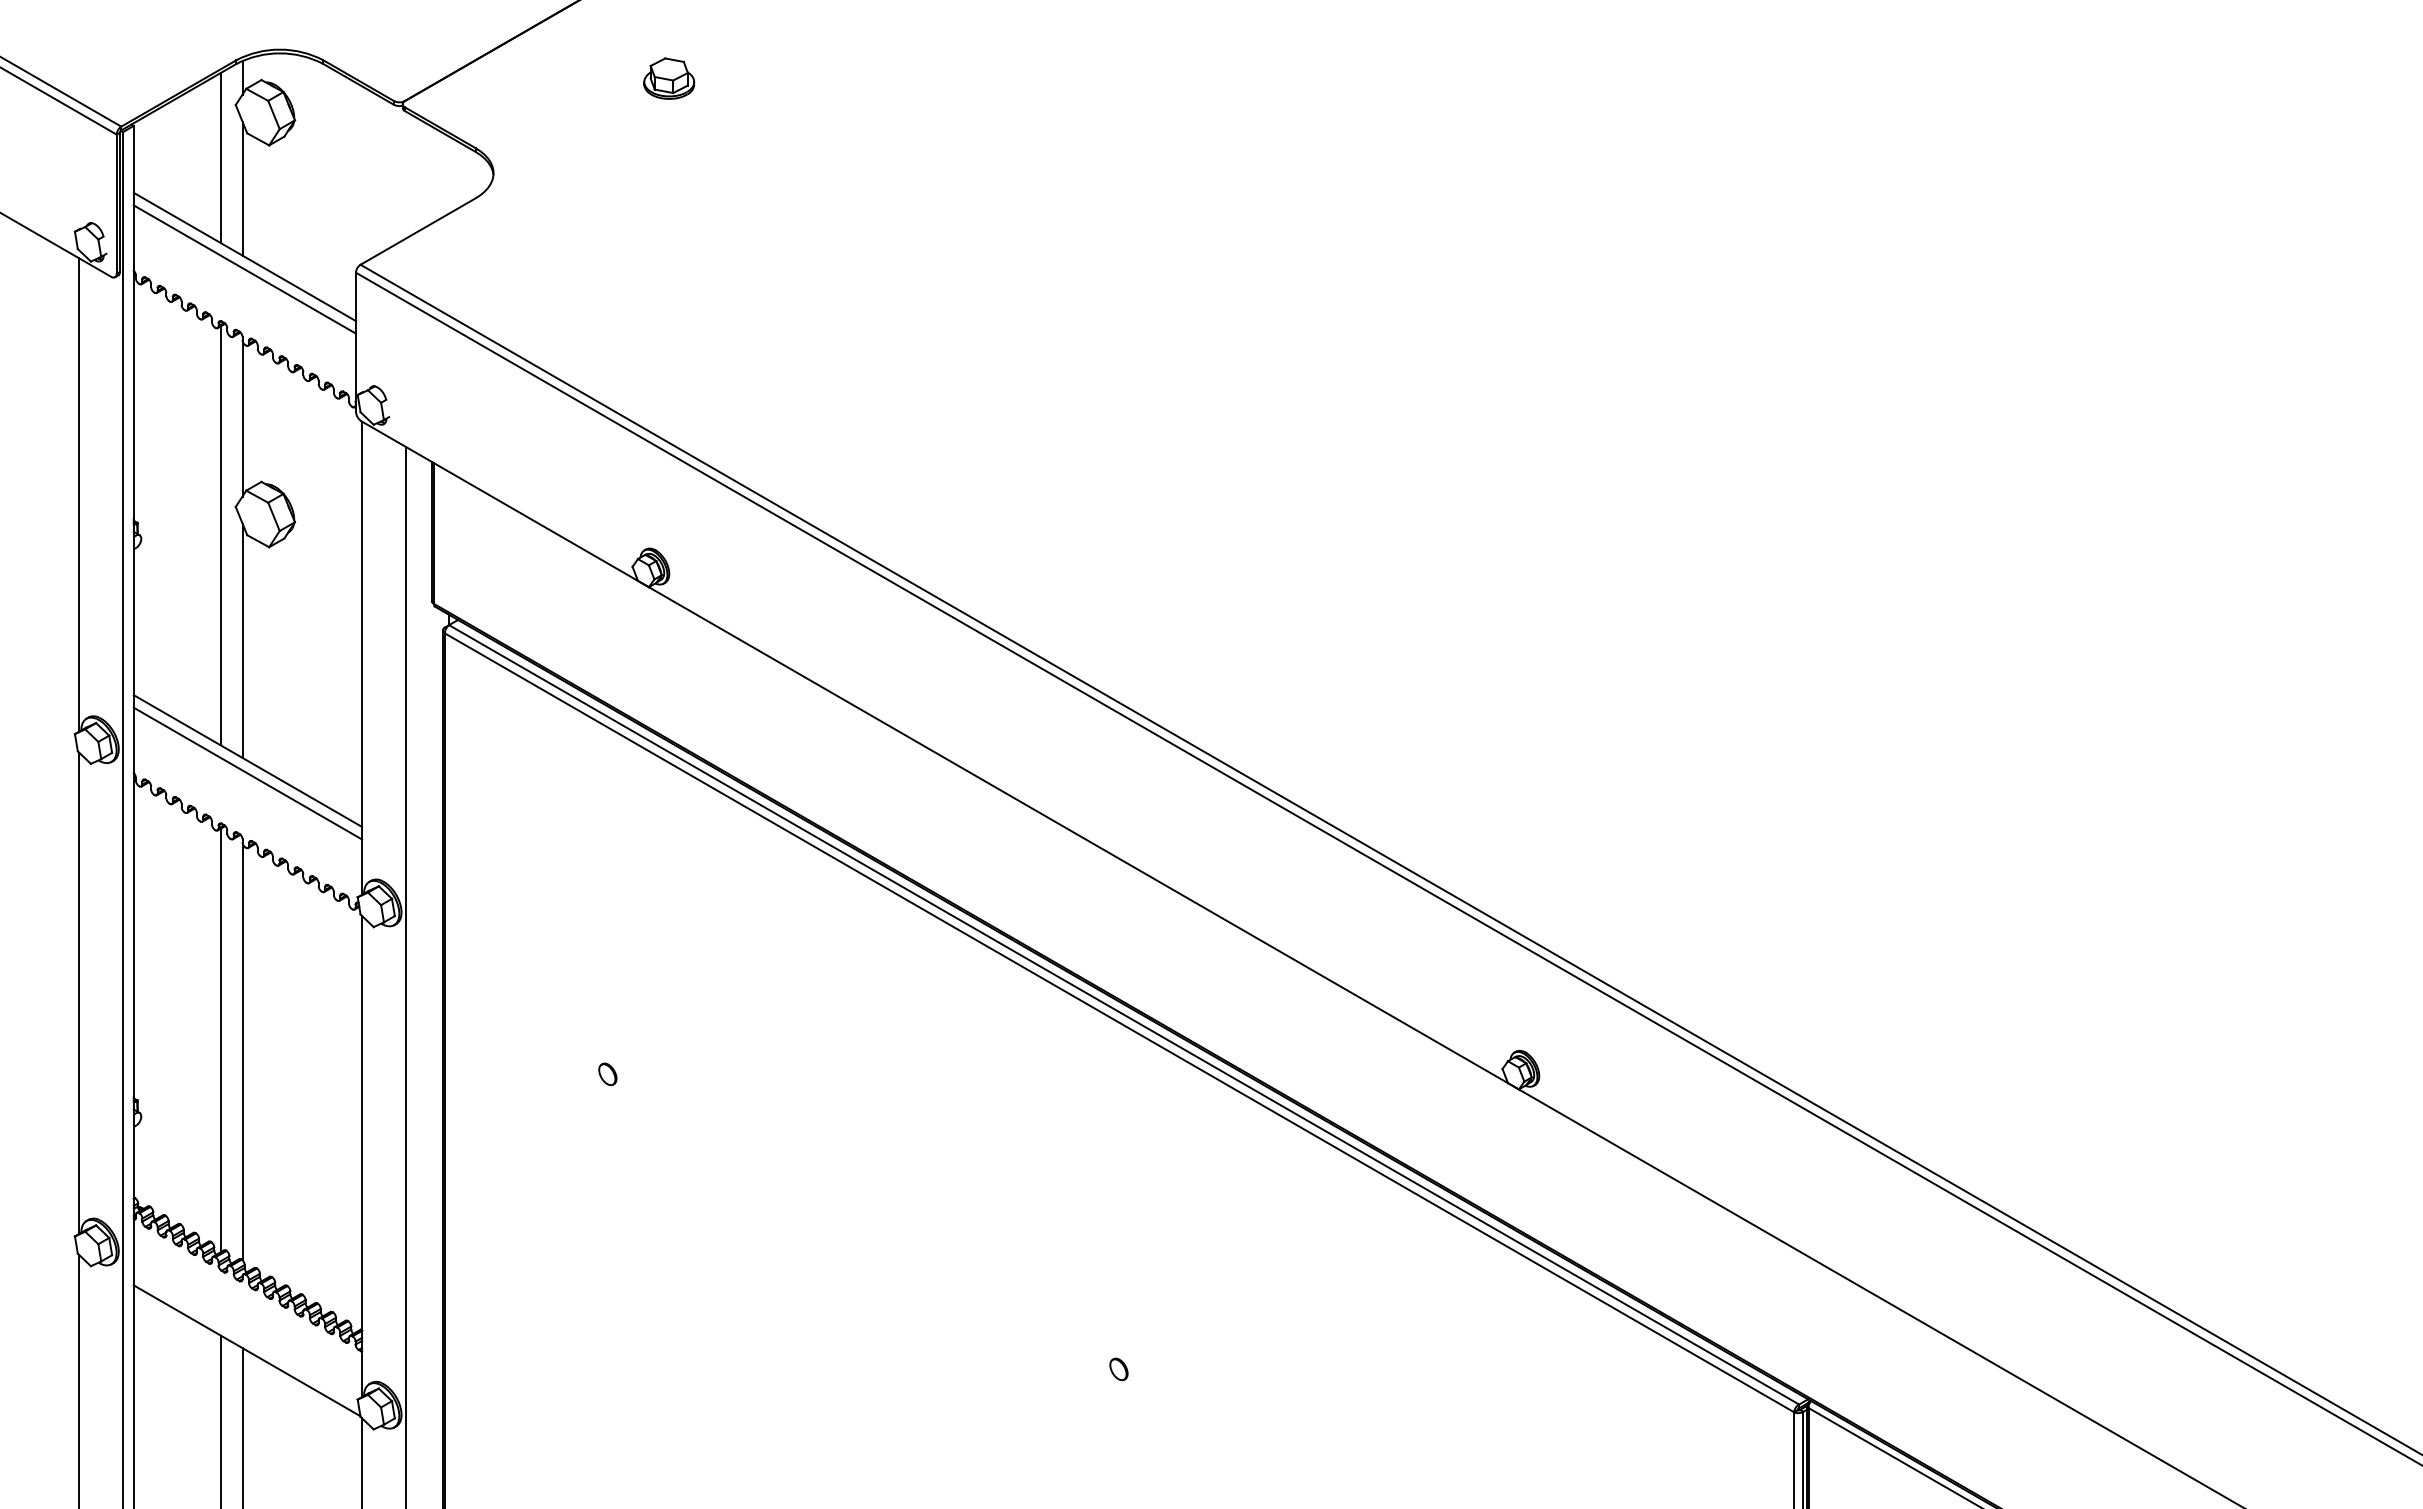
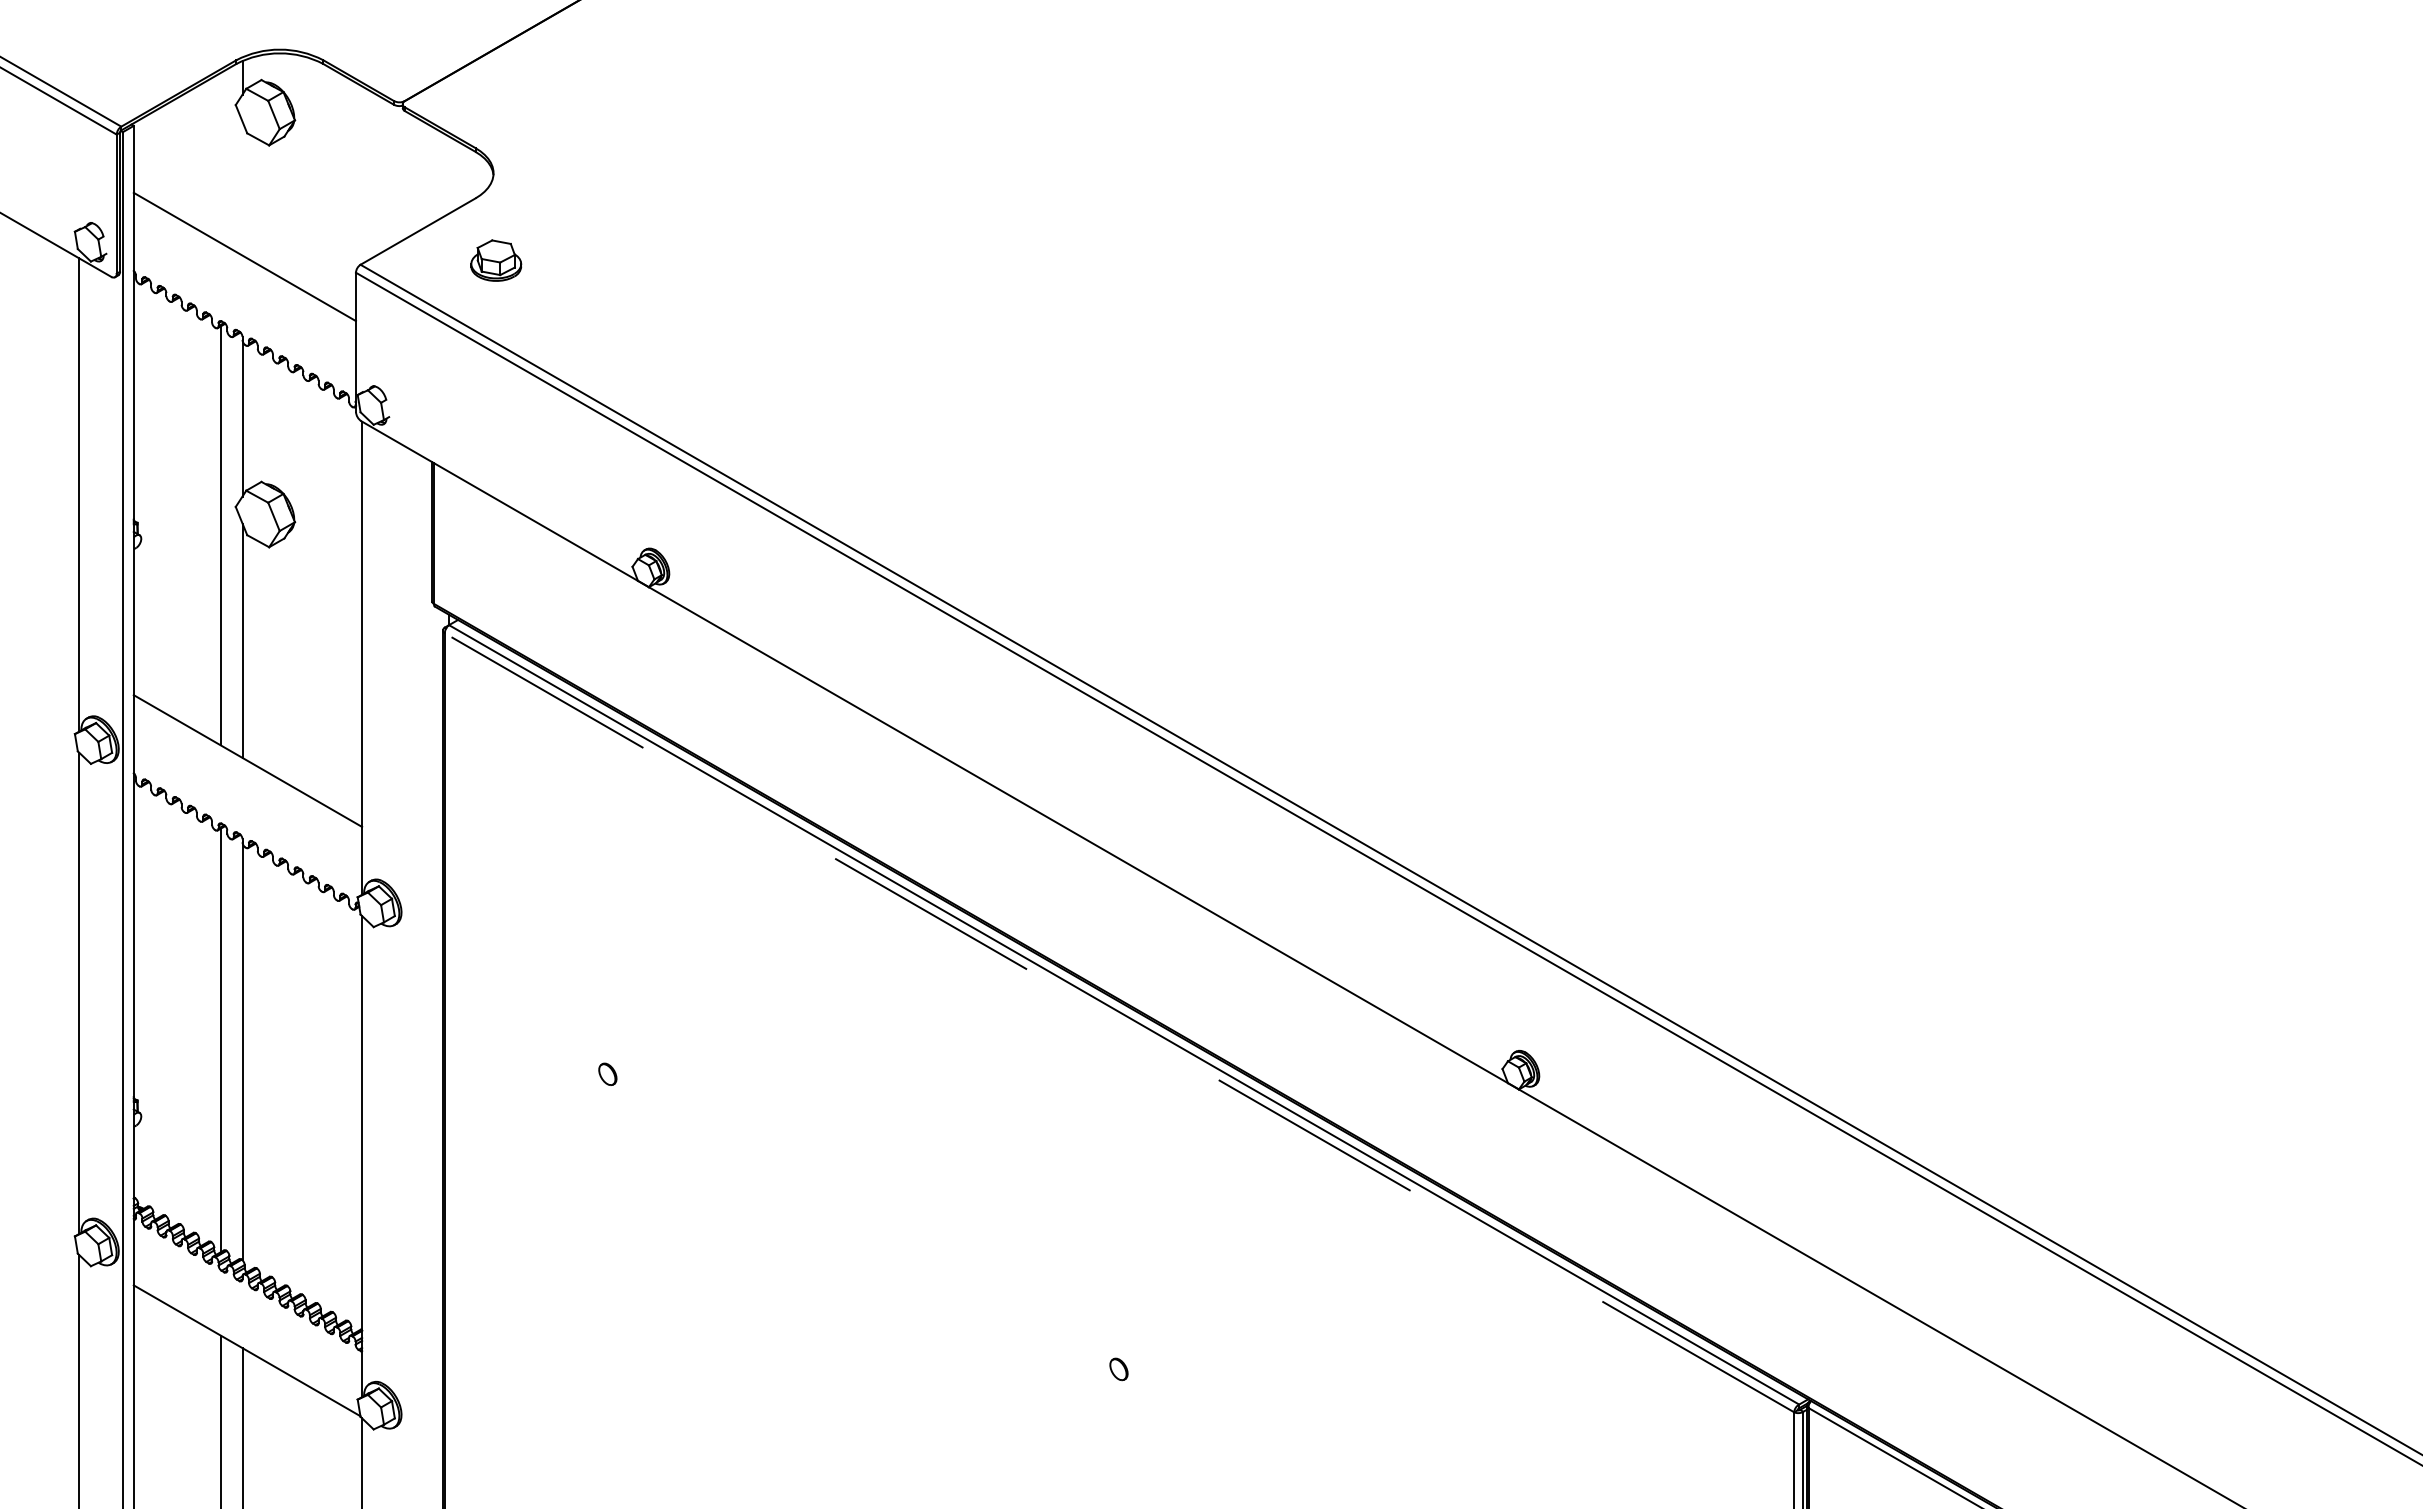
part at (669, 78) position: (669, 78) -> (496, 260)
line at (220, 158): present -> none
line at (242, 188): present -> none
line at (244, 269): present -> none
line at (247, 773): present -> none
line at (405, 975): present -> none
line at (1119, 1022): solid -> dashed
